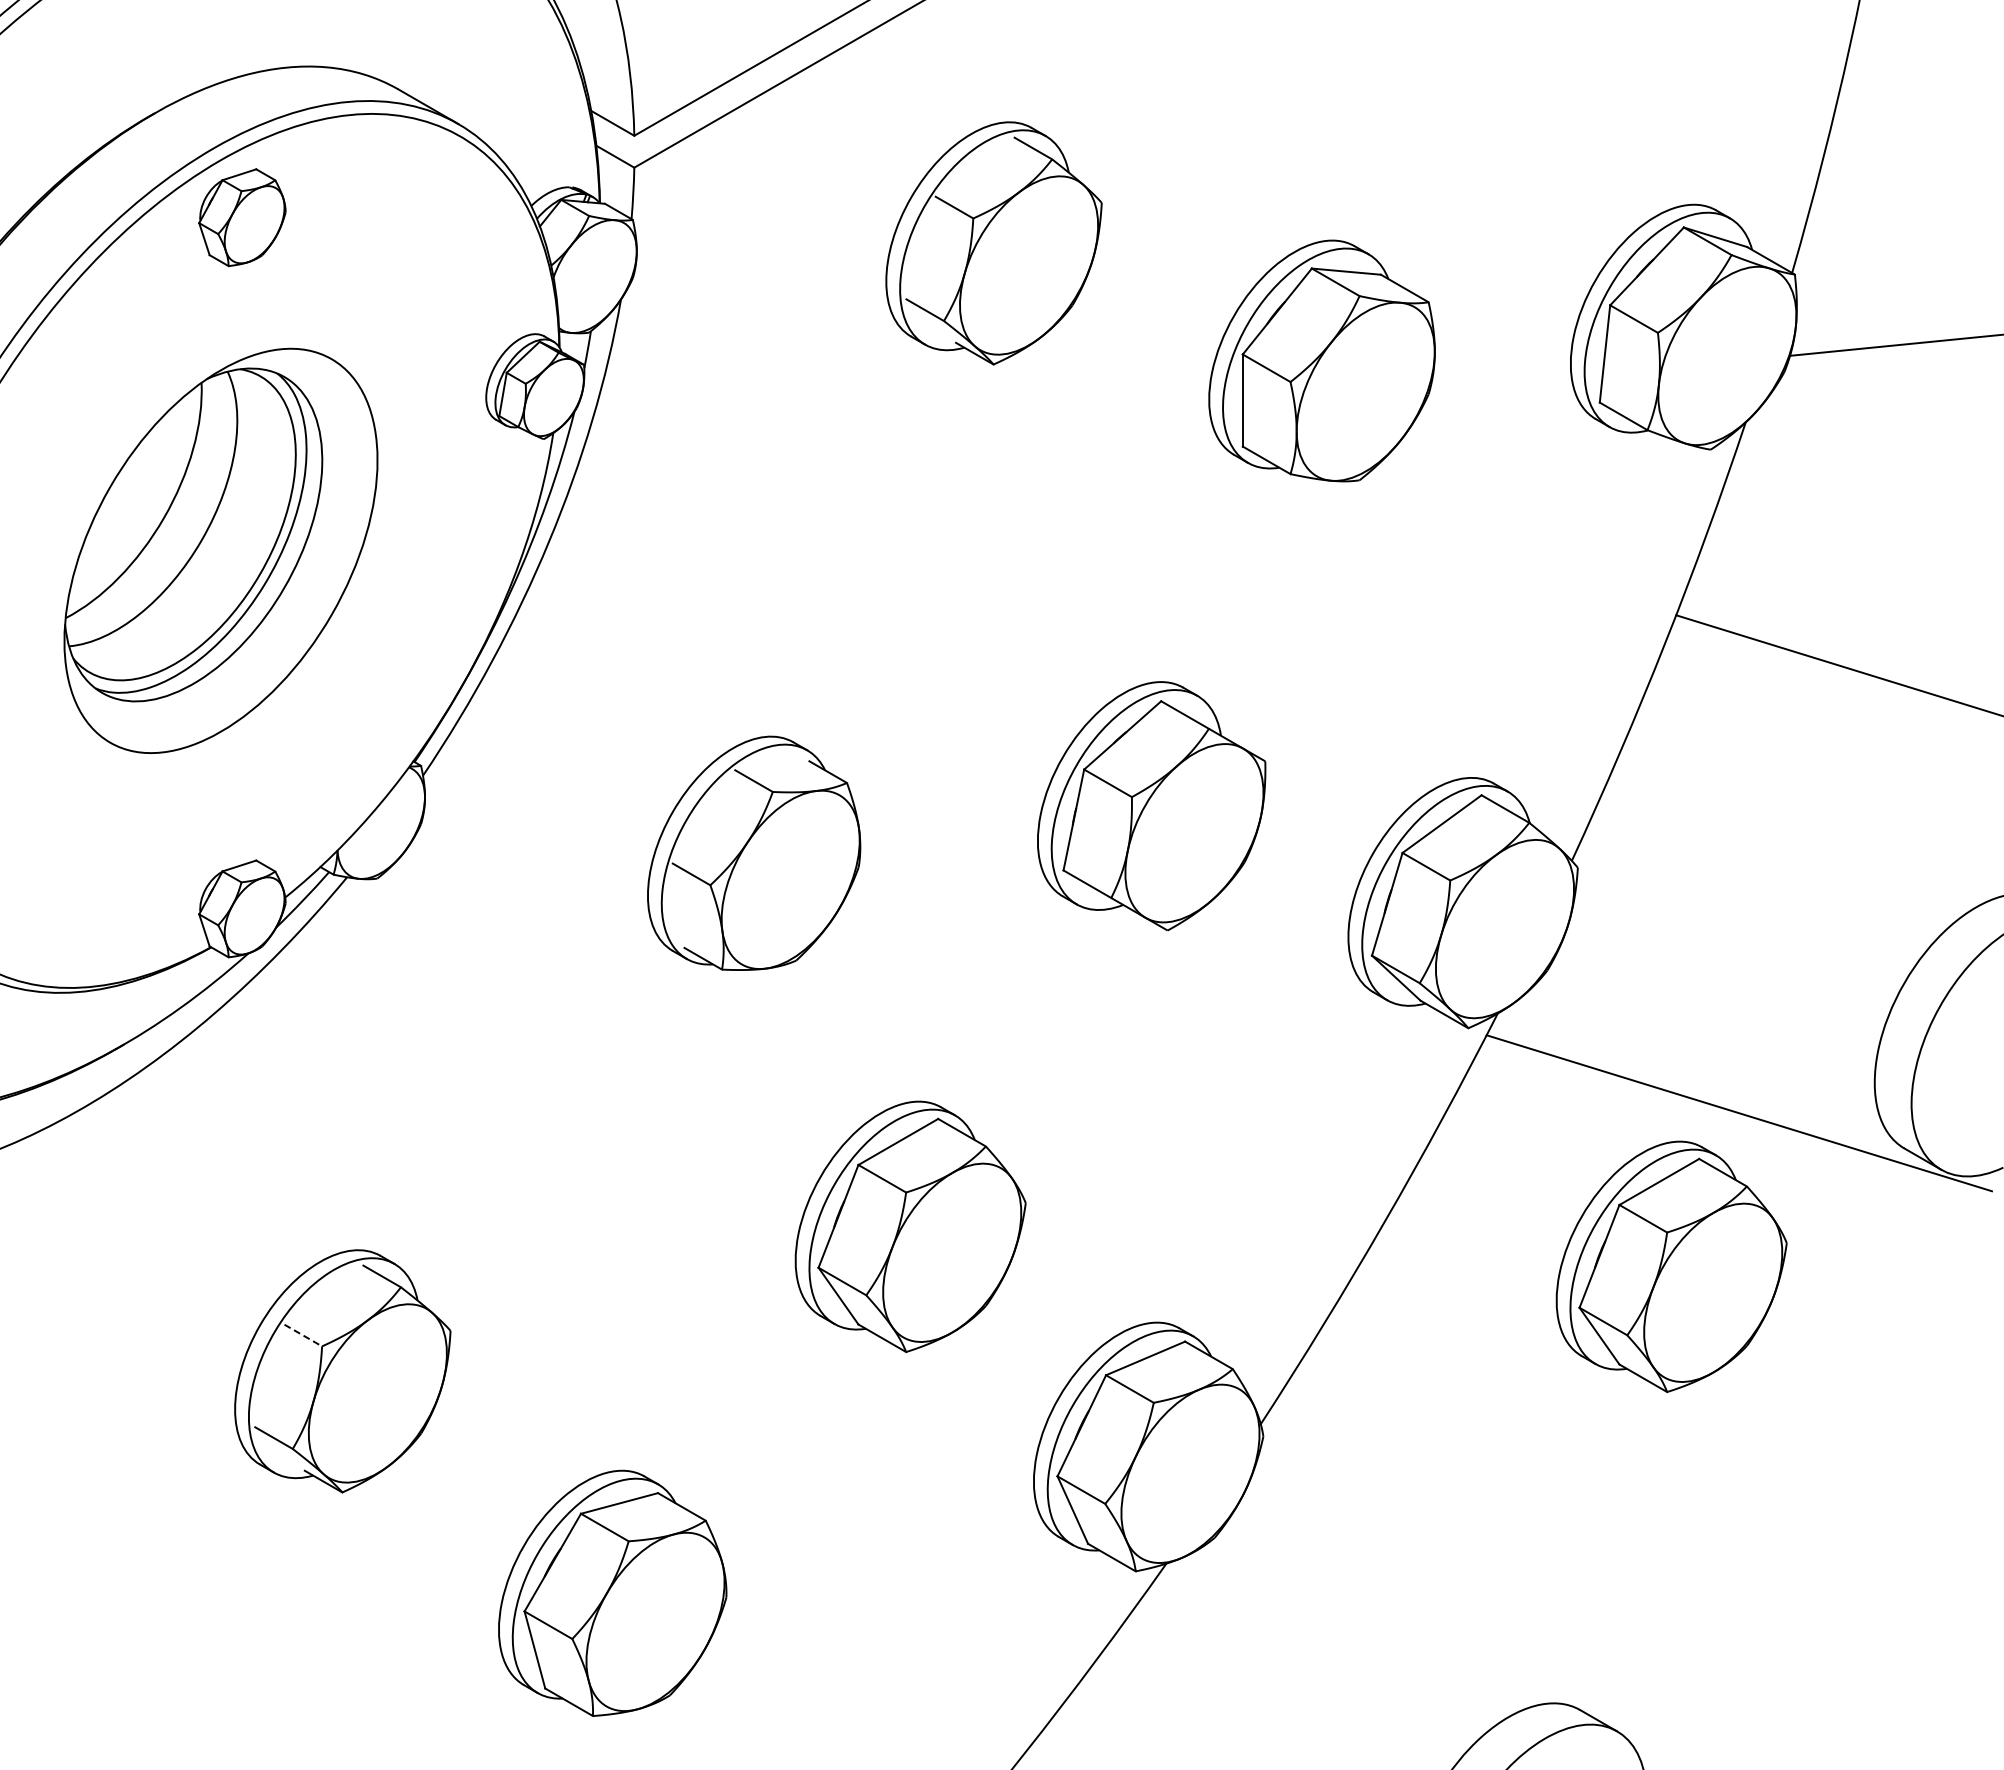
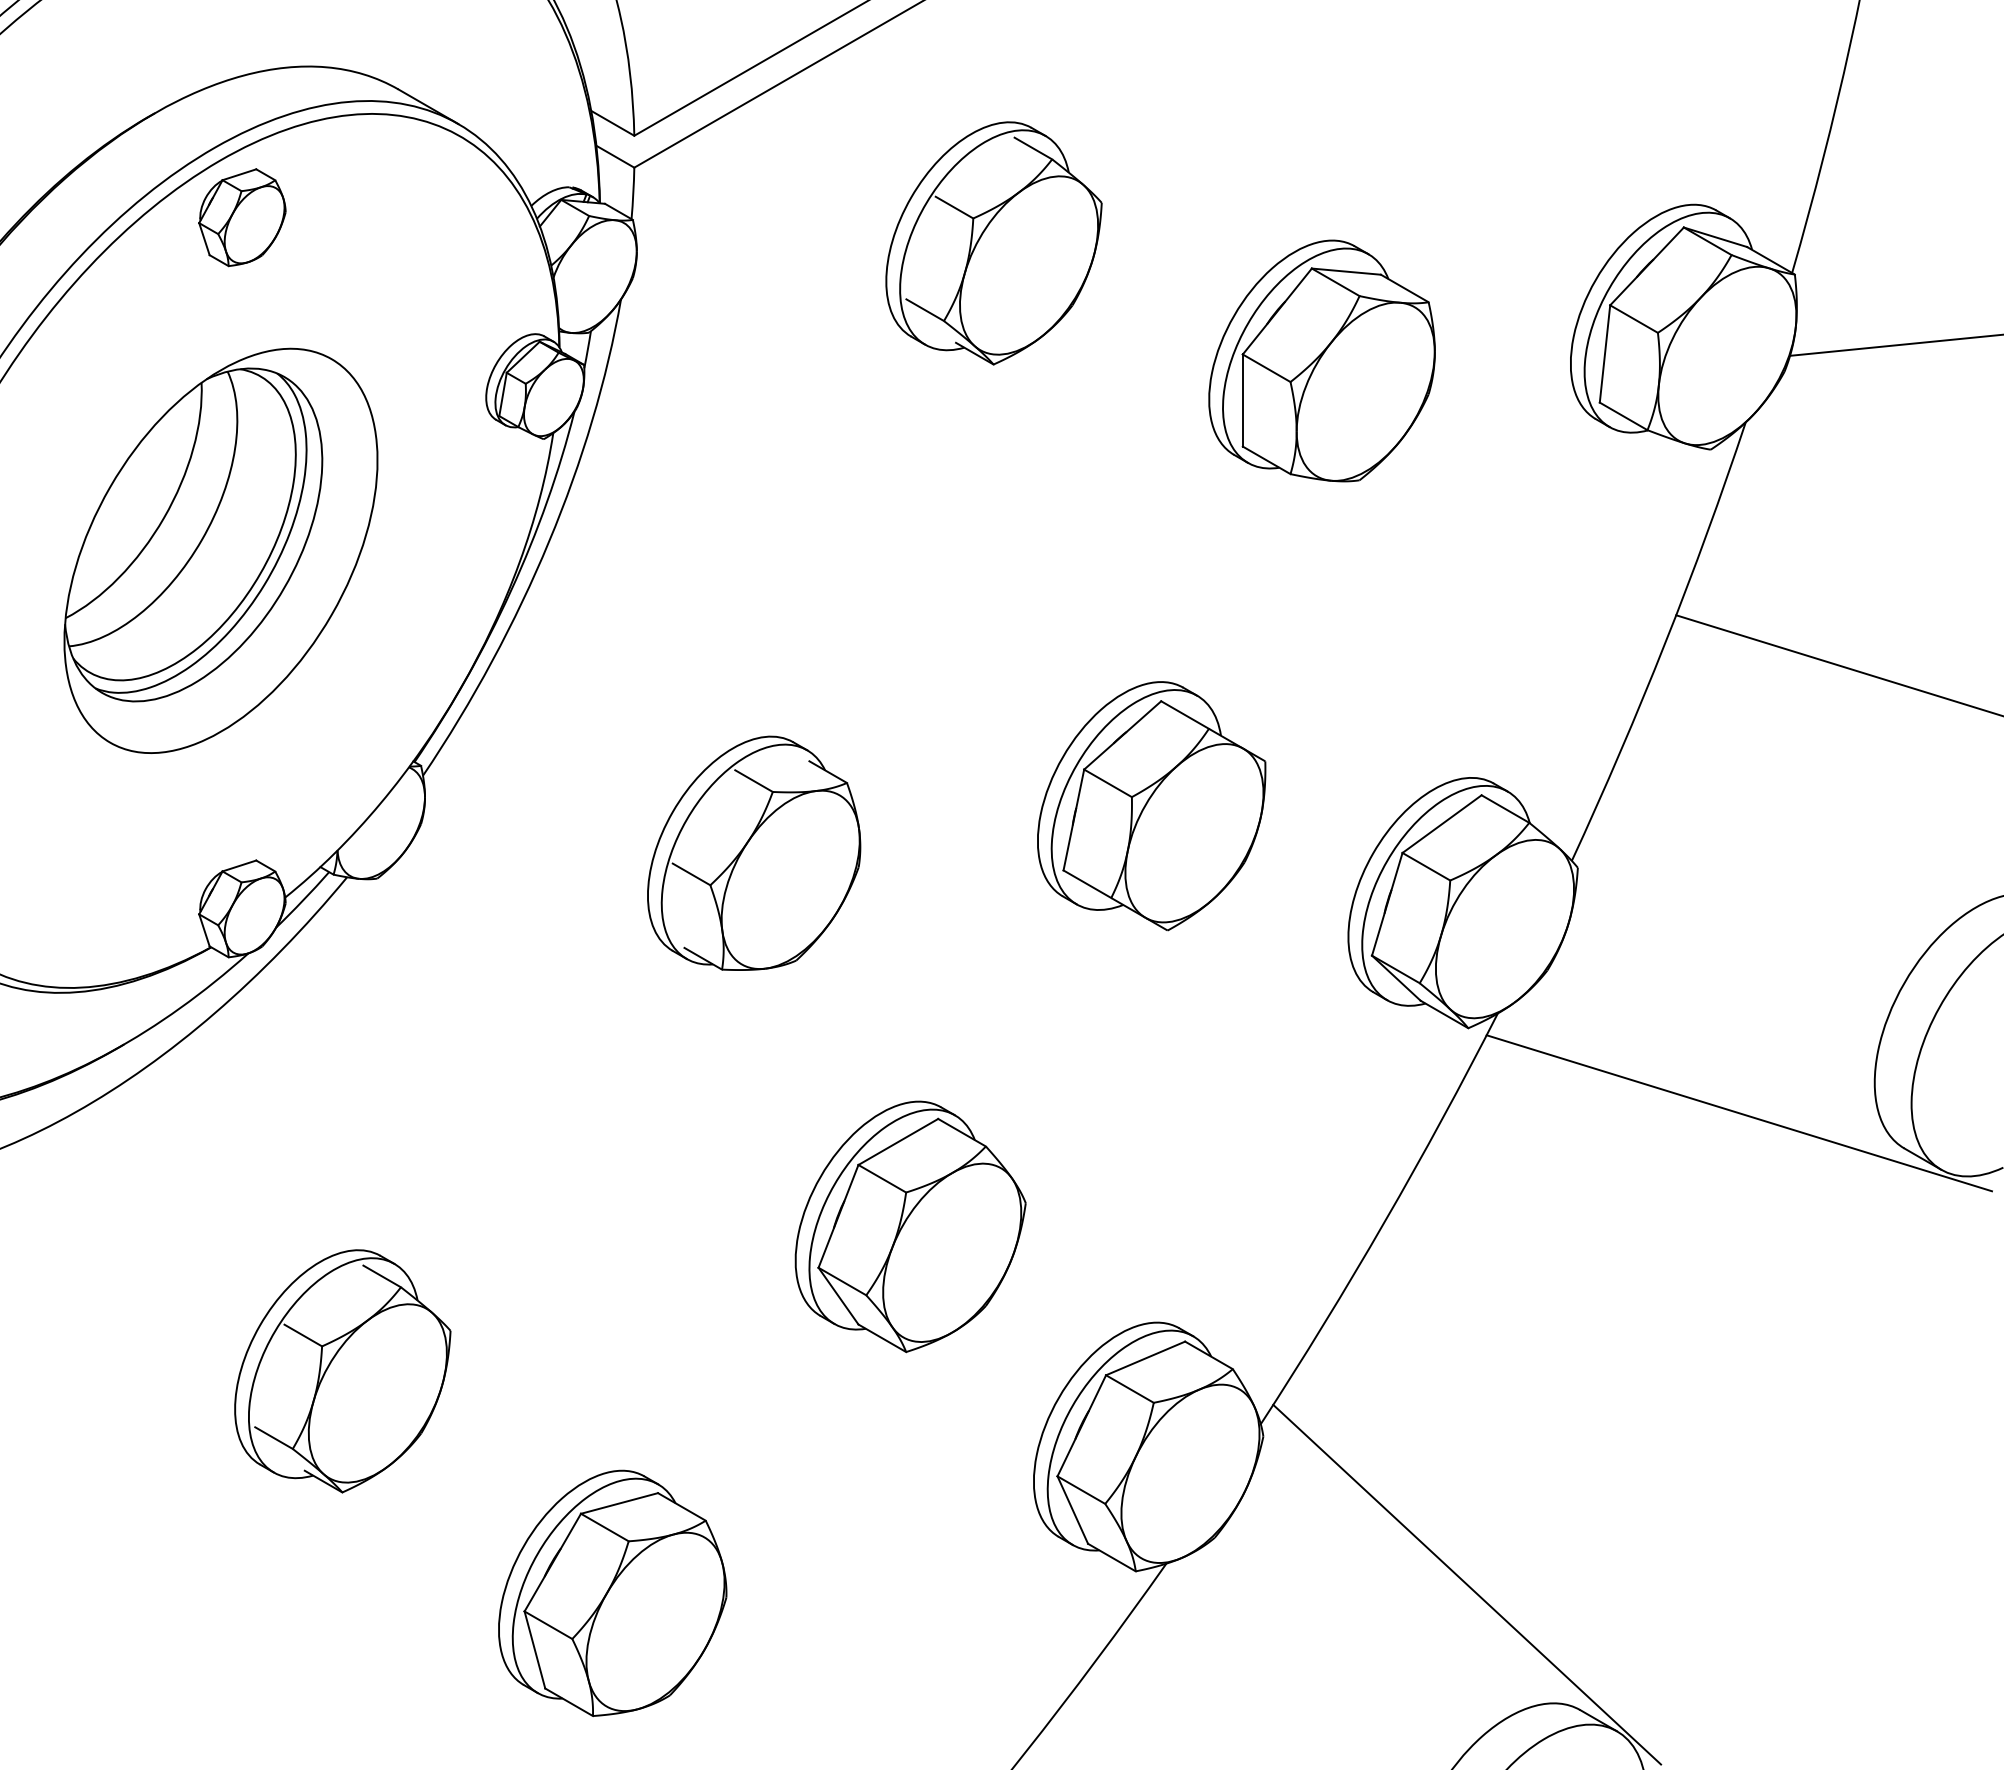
part at (1671, 1266): present -> none
line at (303, 1335): dashed -> solid
line at (1467, 1584): none -> present
